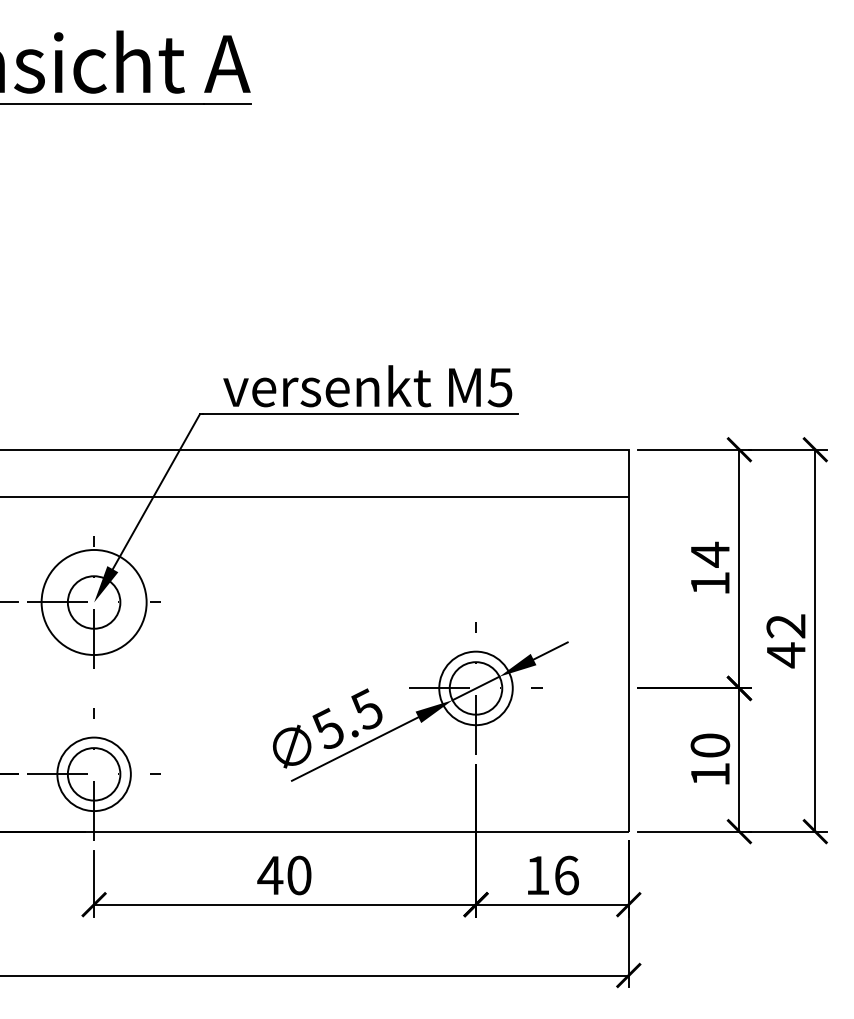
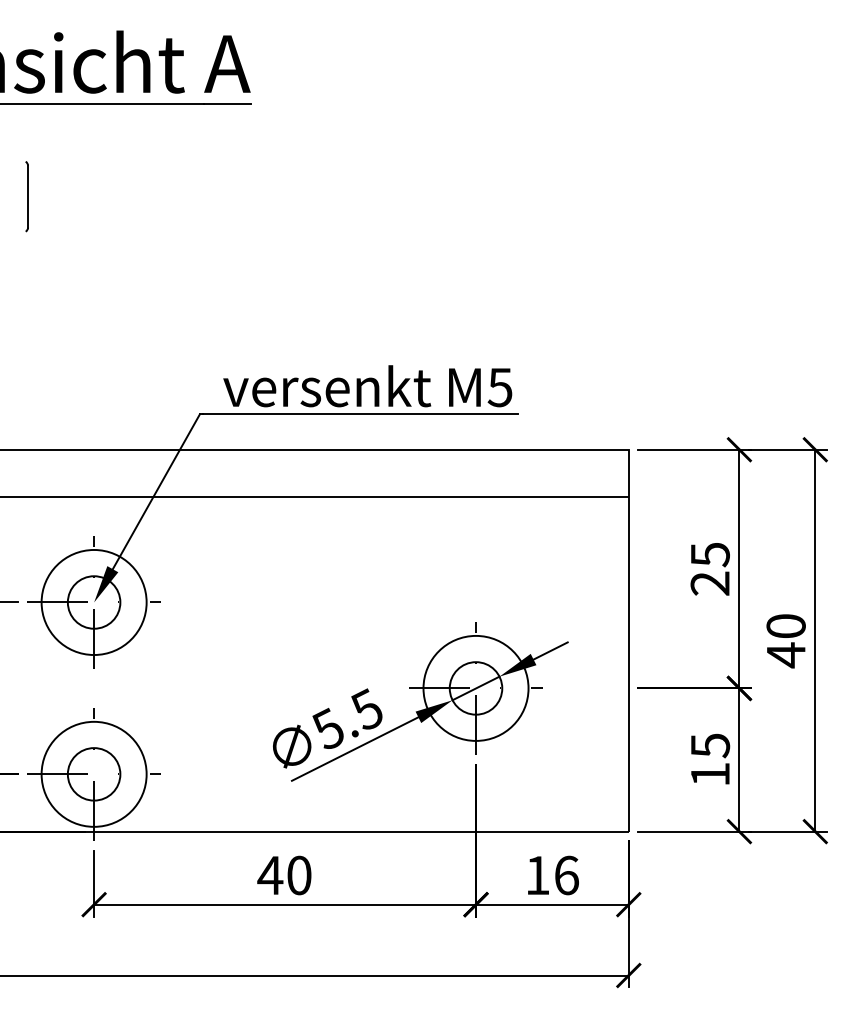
part at (26, 196): none -> present
text at (709, 568): 14 -> 25
text at (785, 626): 42 -> 40
circle at (475, 688) diameter: 74 px -> 105 px
text at (710, 745): 10 -> 15
circle at (93, 774) diameter: 74 px -> 105 px
